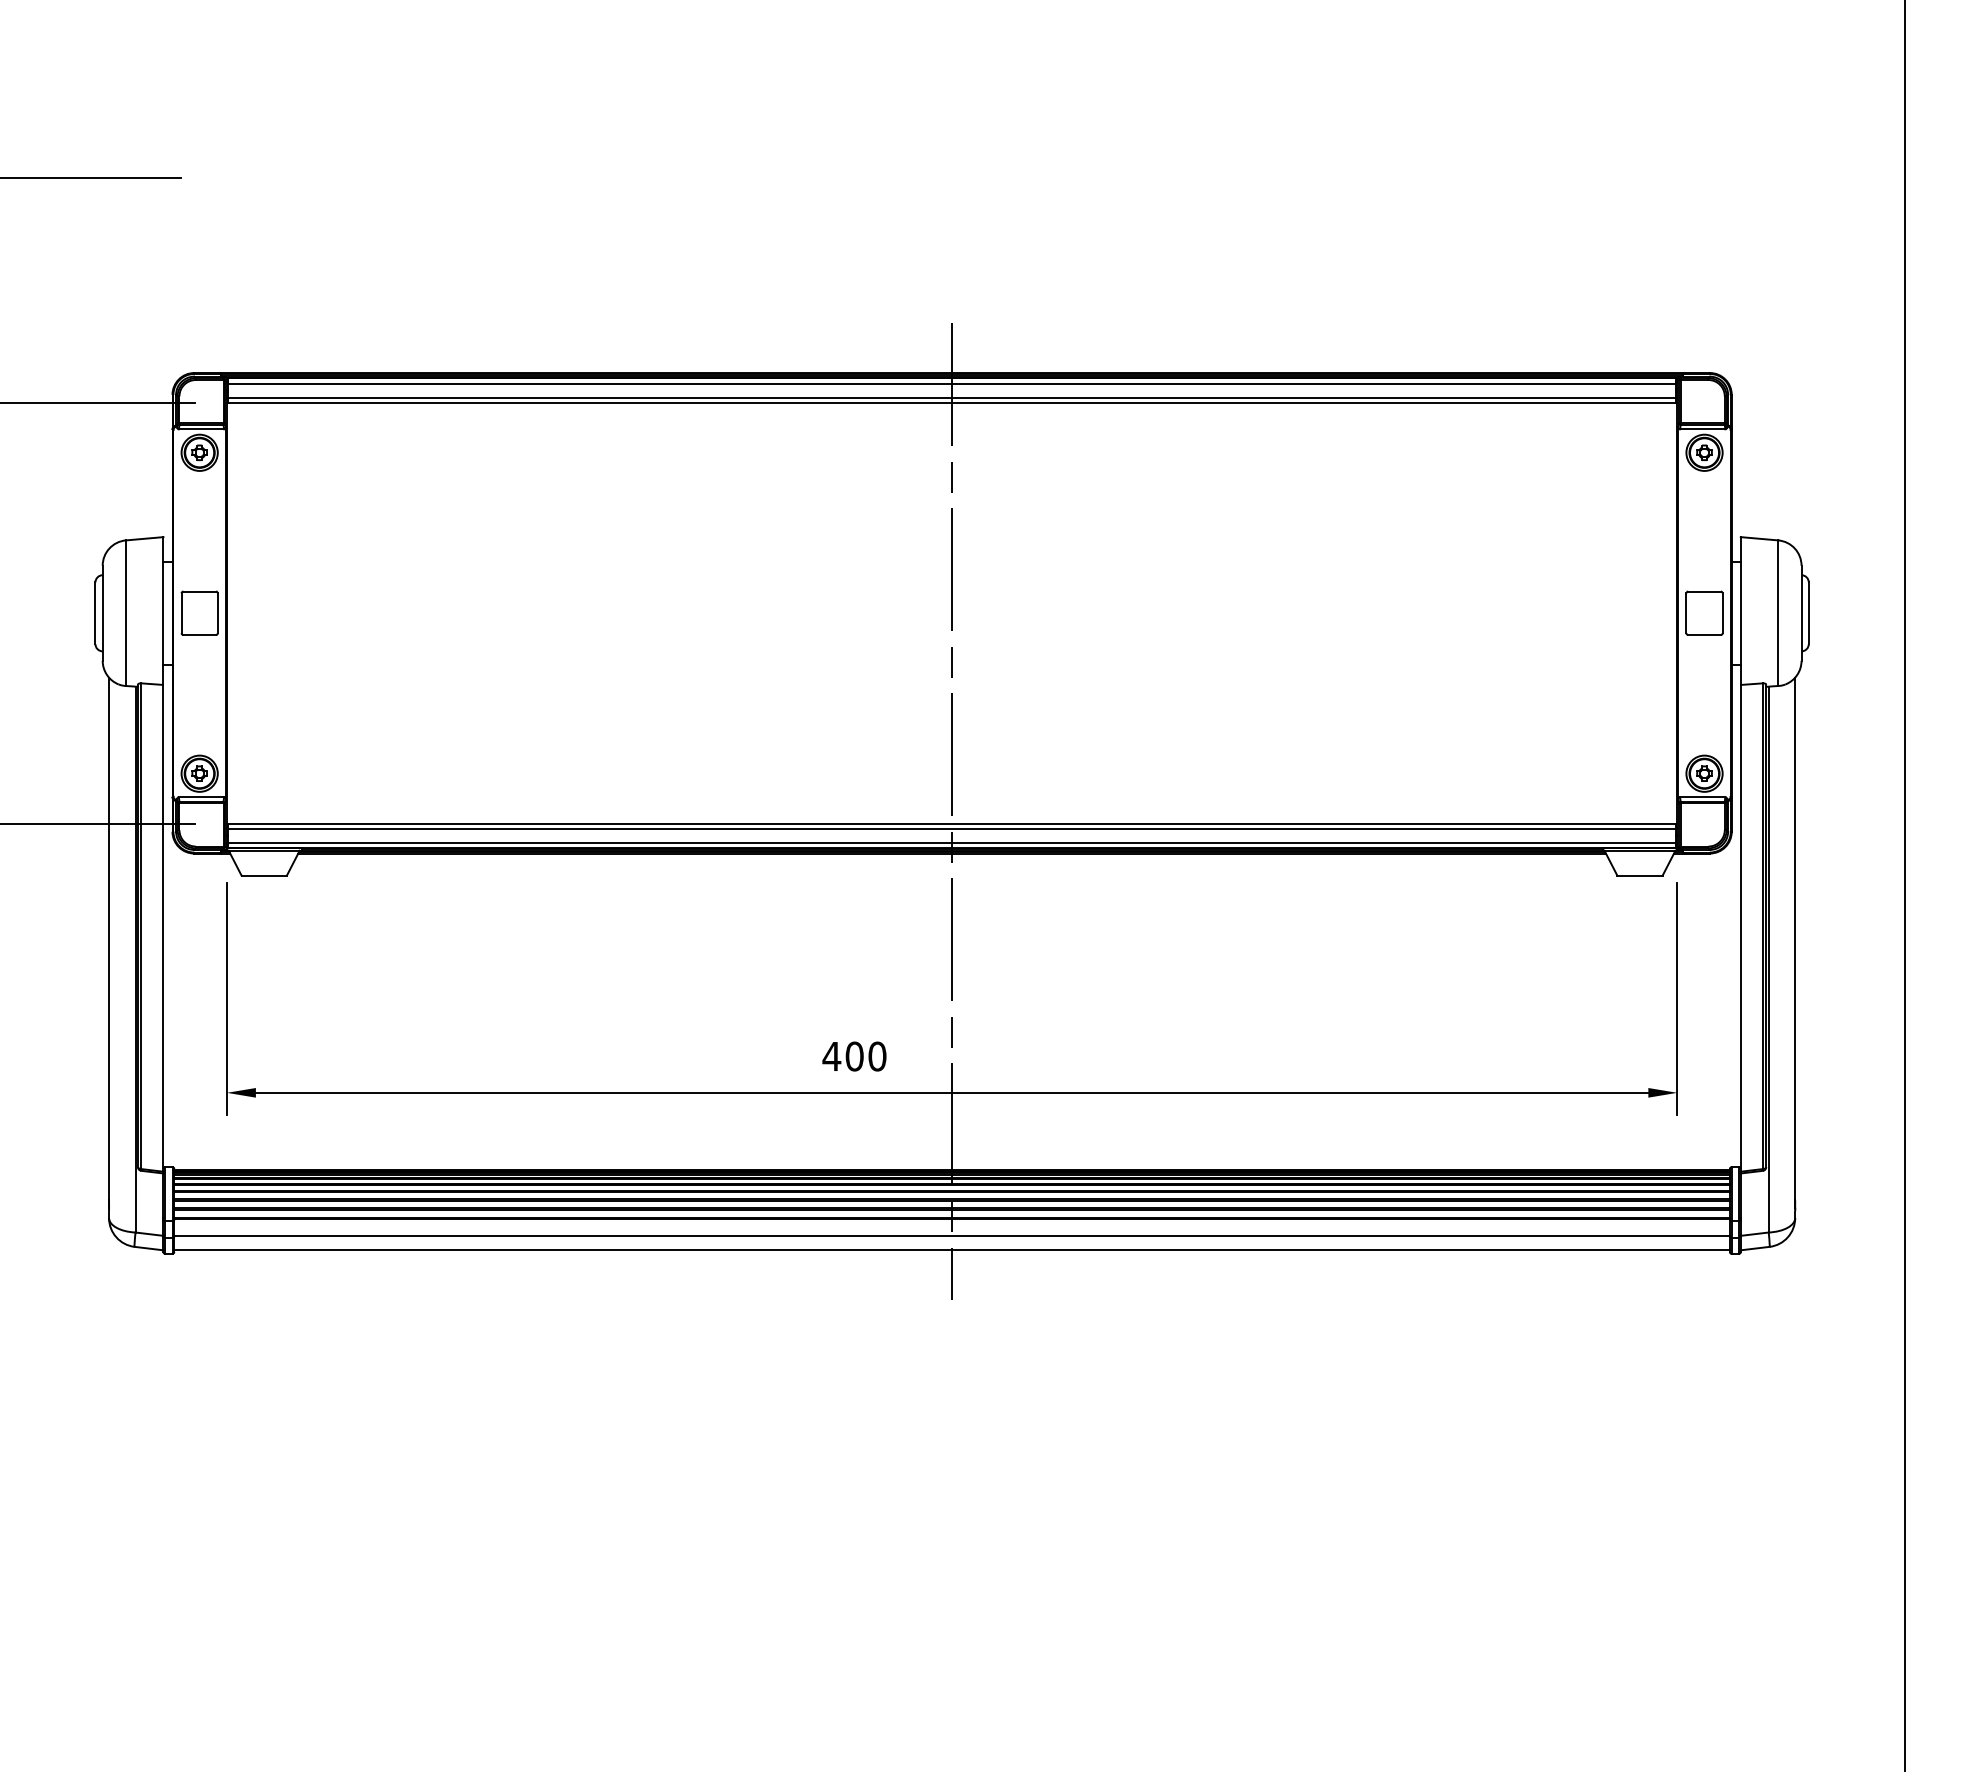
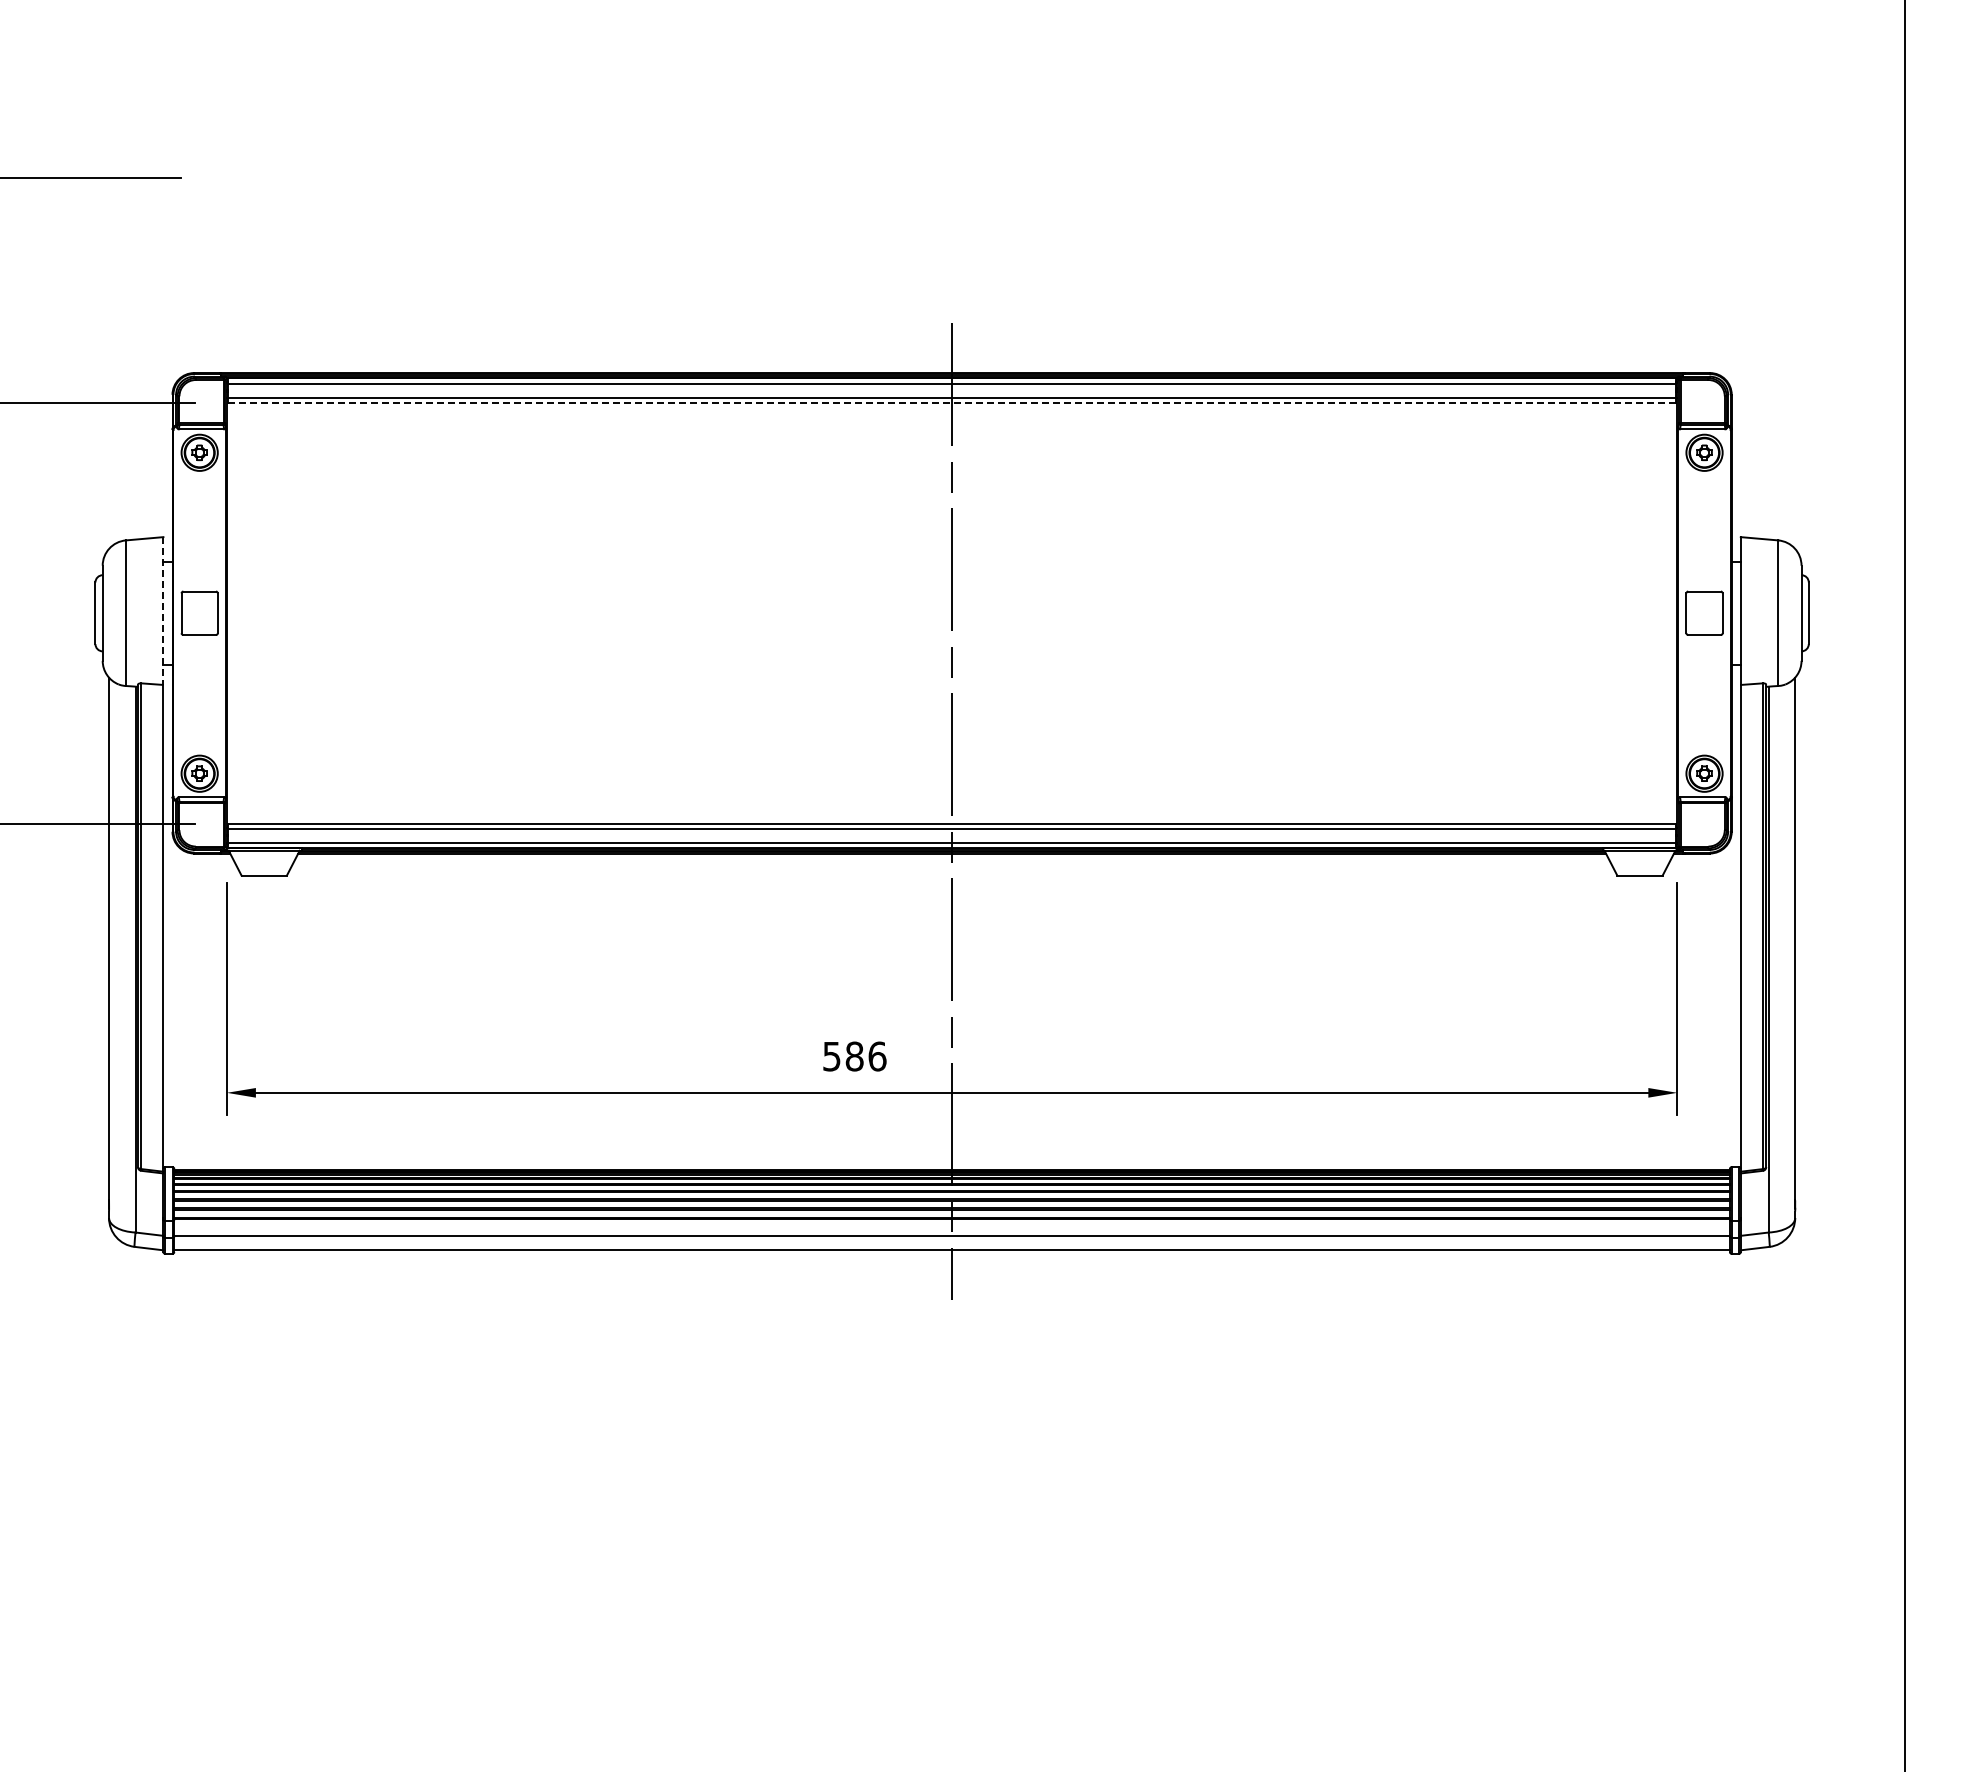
line at (951, 402): solid -> dashed
line at (163, 611): solid -> dashed
text at (854, 1056): 400 -> 586
